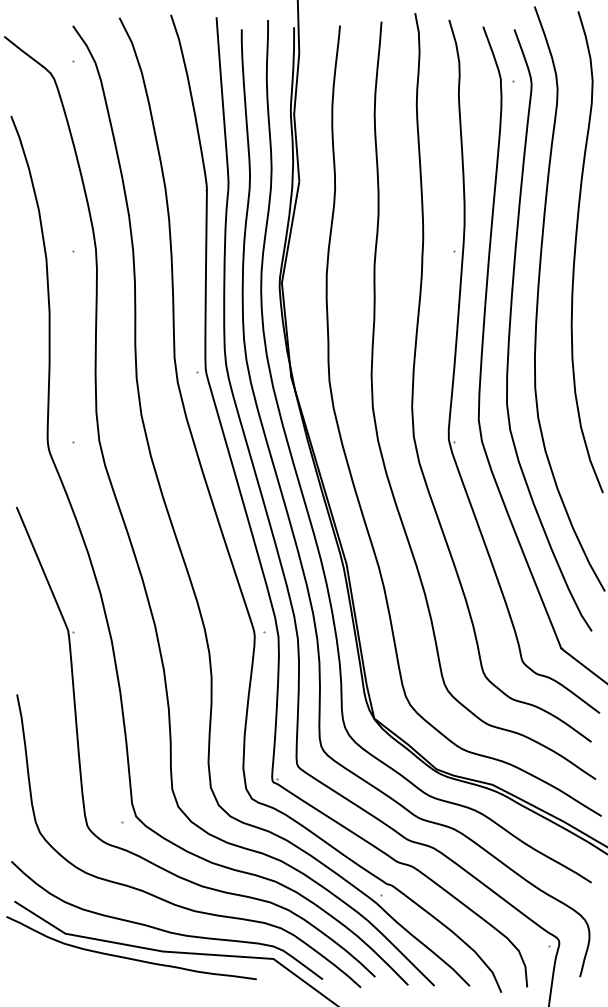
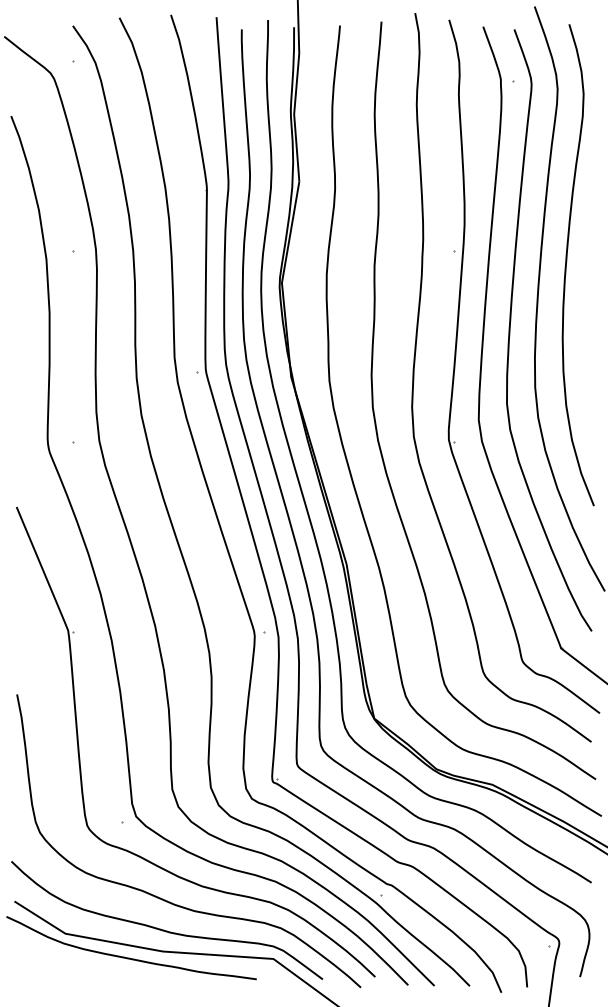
curve at (576, 248) position: (576, 248) -> (567, 261)
